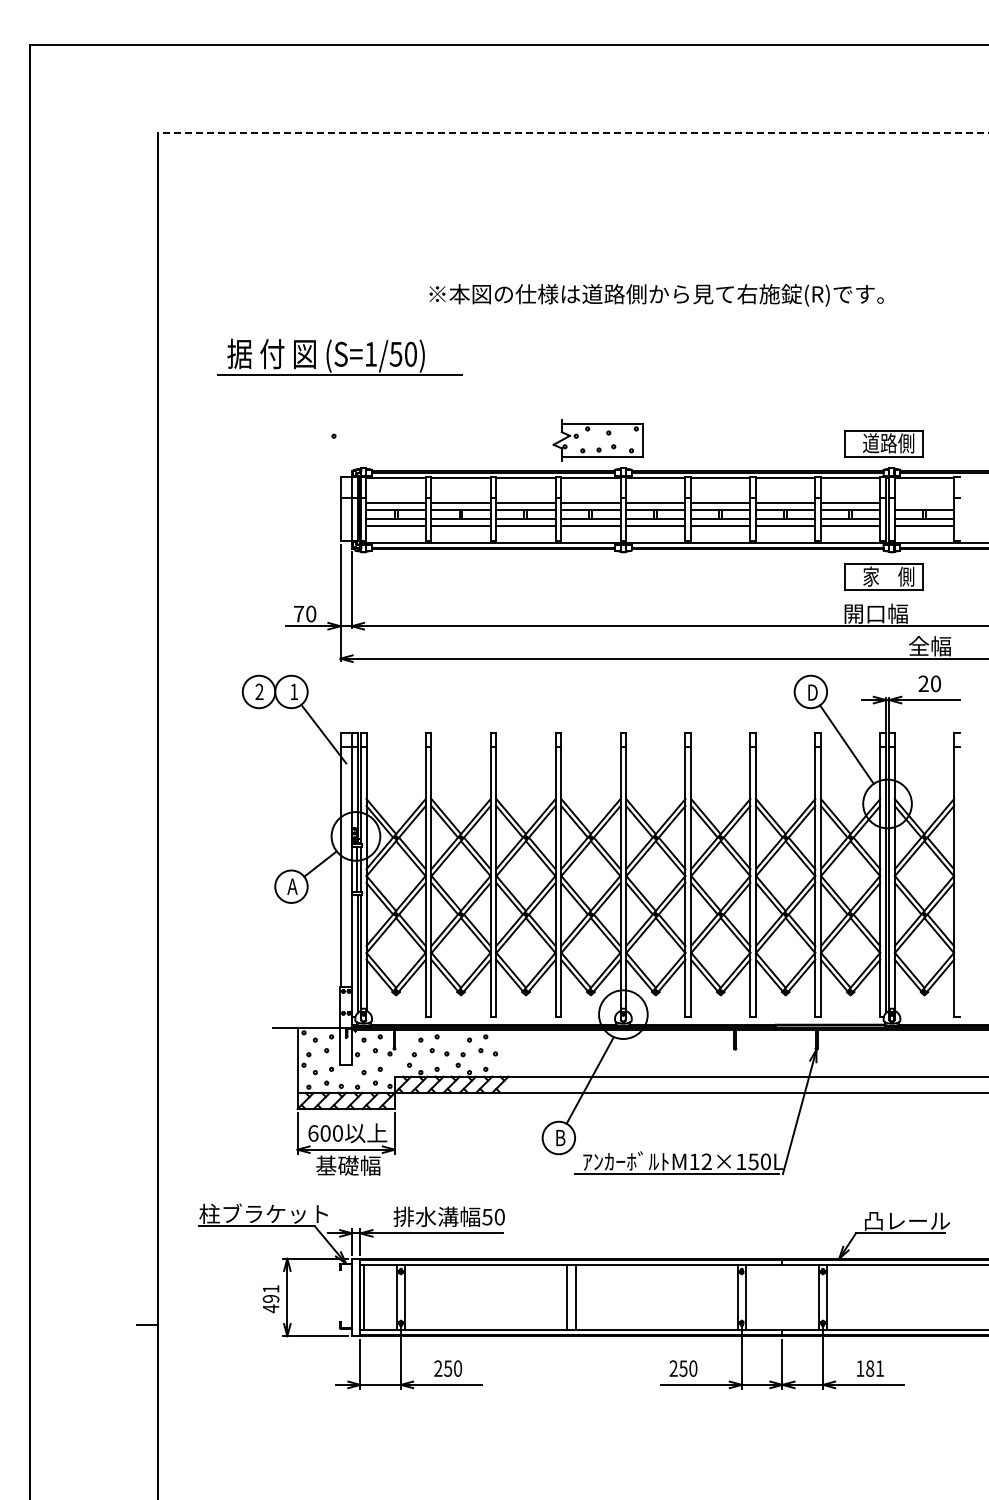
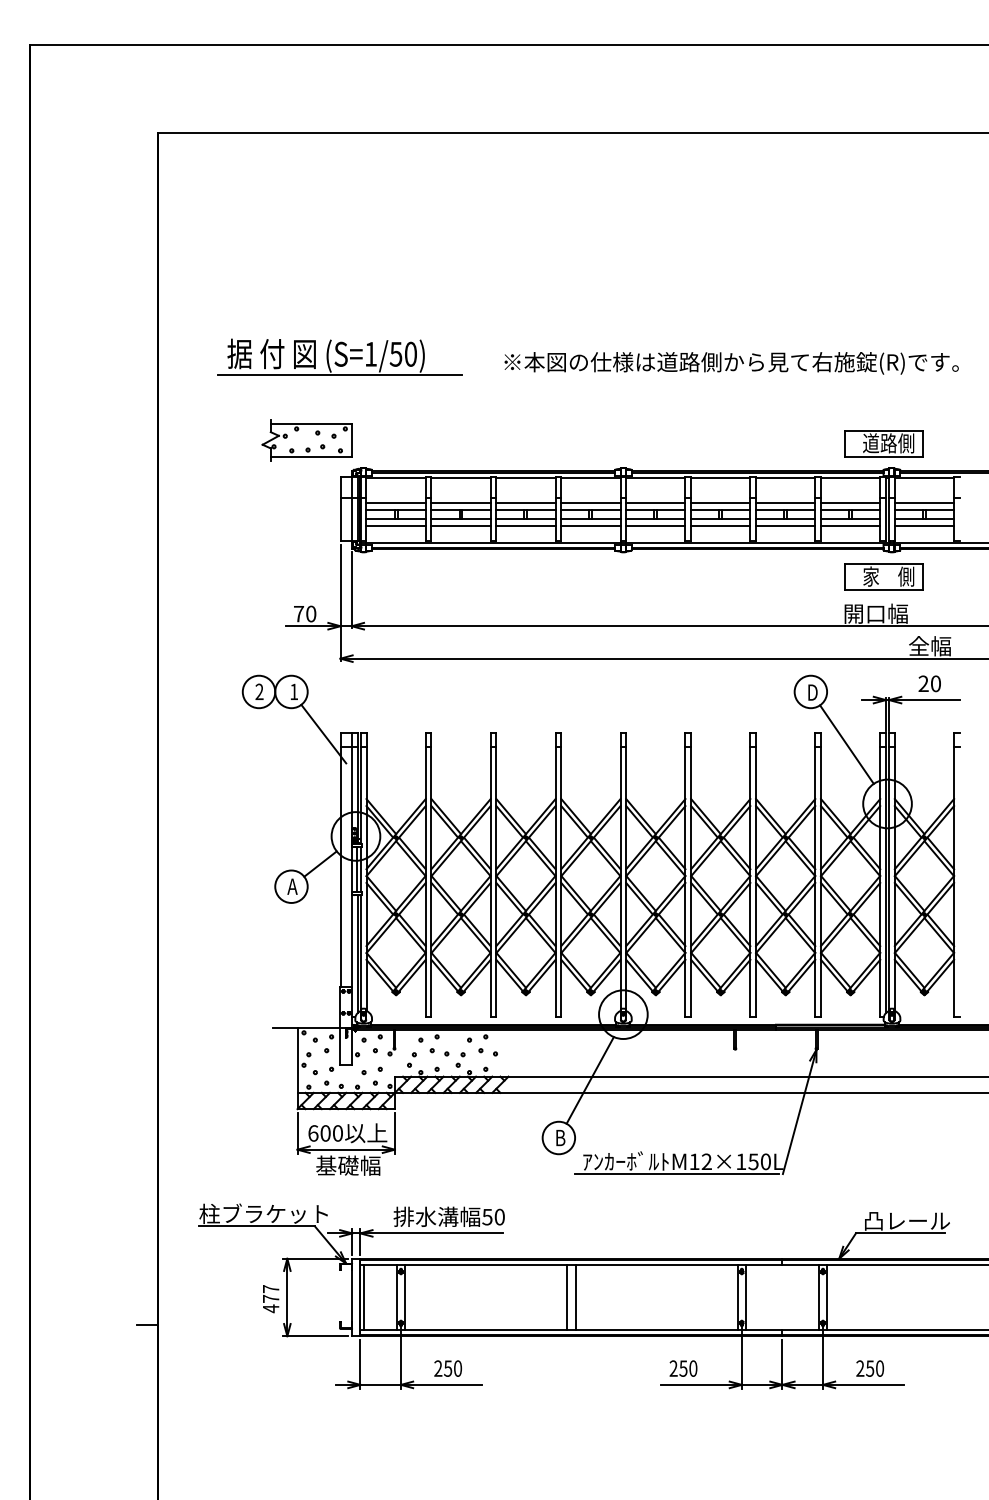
line at (572, 132): dashed -> solid
text at (656, 295) position: (656, 295) -> (731, 363)
part at (597, 440) position: (597, 440) -> (306, 440)
line at (924, 502): none -> present
text at (270, 1293): 491 -> 477
text at (870, 1368): 181 -> 250
